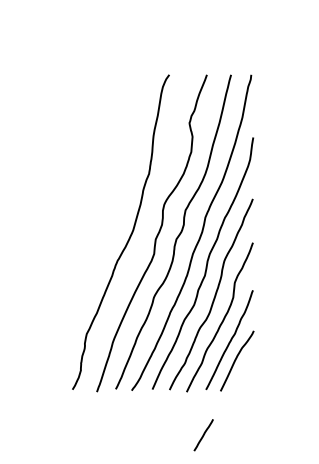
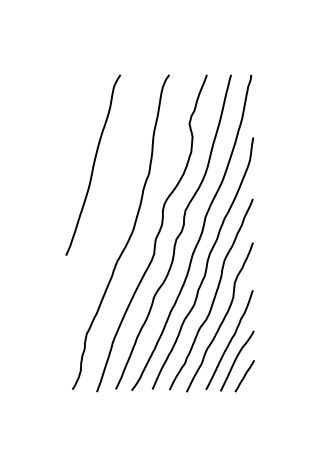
curve at (93, 164): none -> present
line at (203, 435) position: (203, 435) -> (244, 376)
